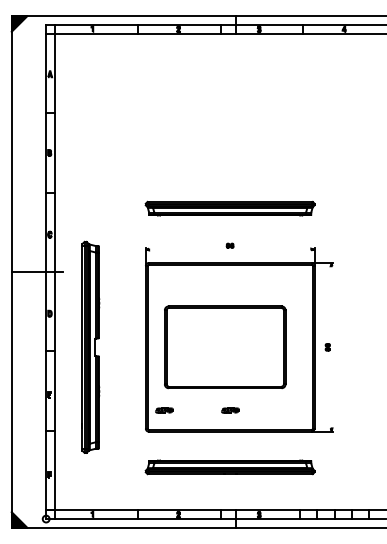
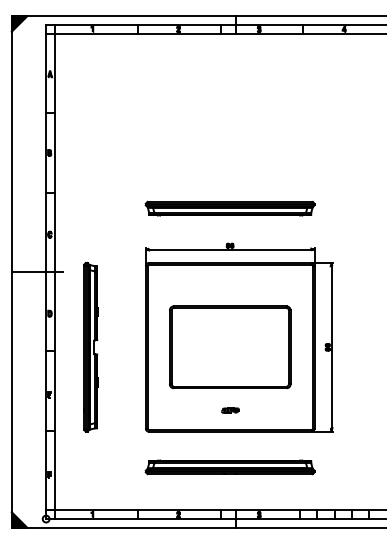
line at (230, 249): none -> present
part at (90, 346) size: 20x214 px -> 16x172 px
part at (225, 347) position: (225, 347) -> (230, 347)
line at (331, 347): none -> present
part at (164, 410): present -> none
